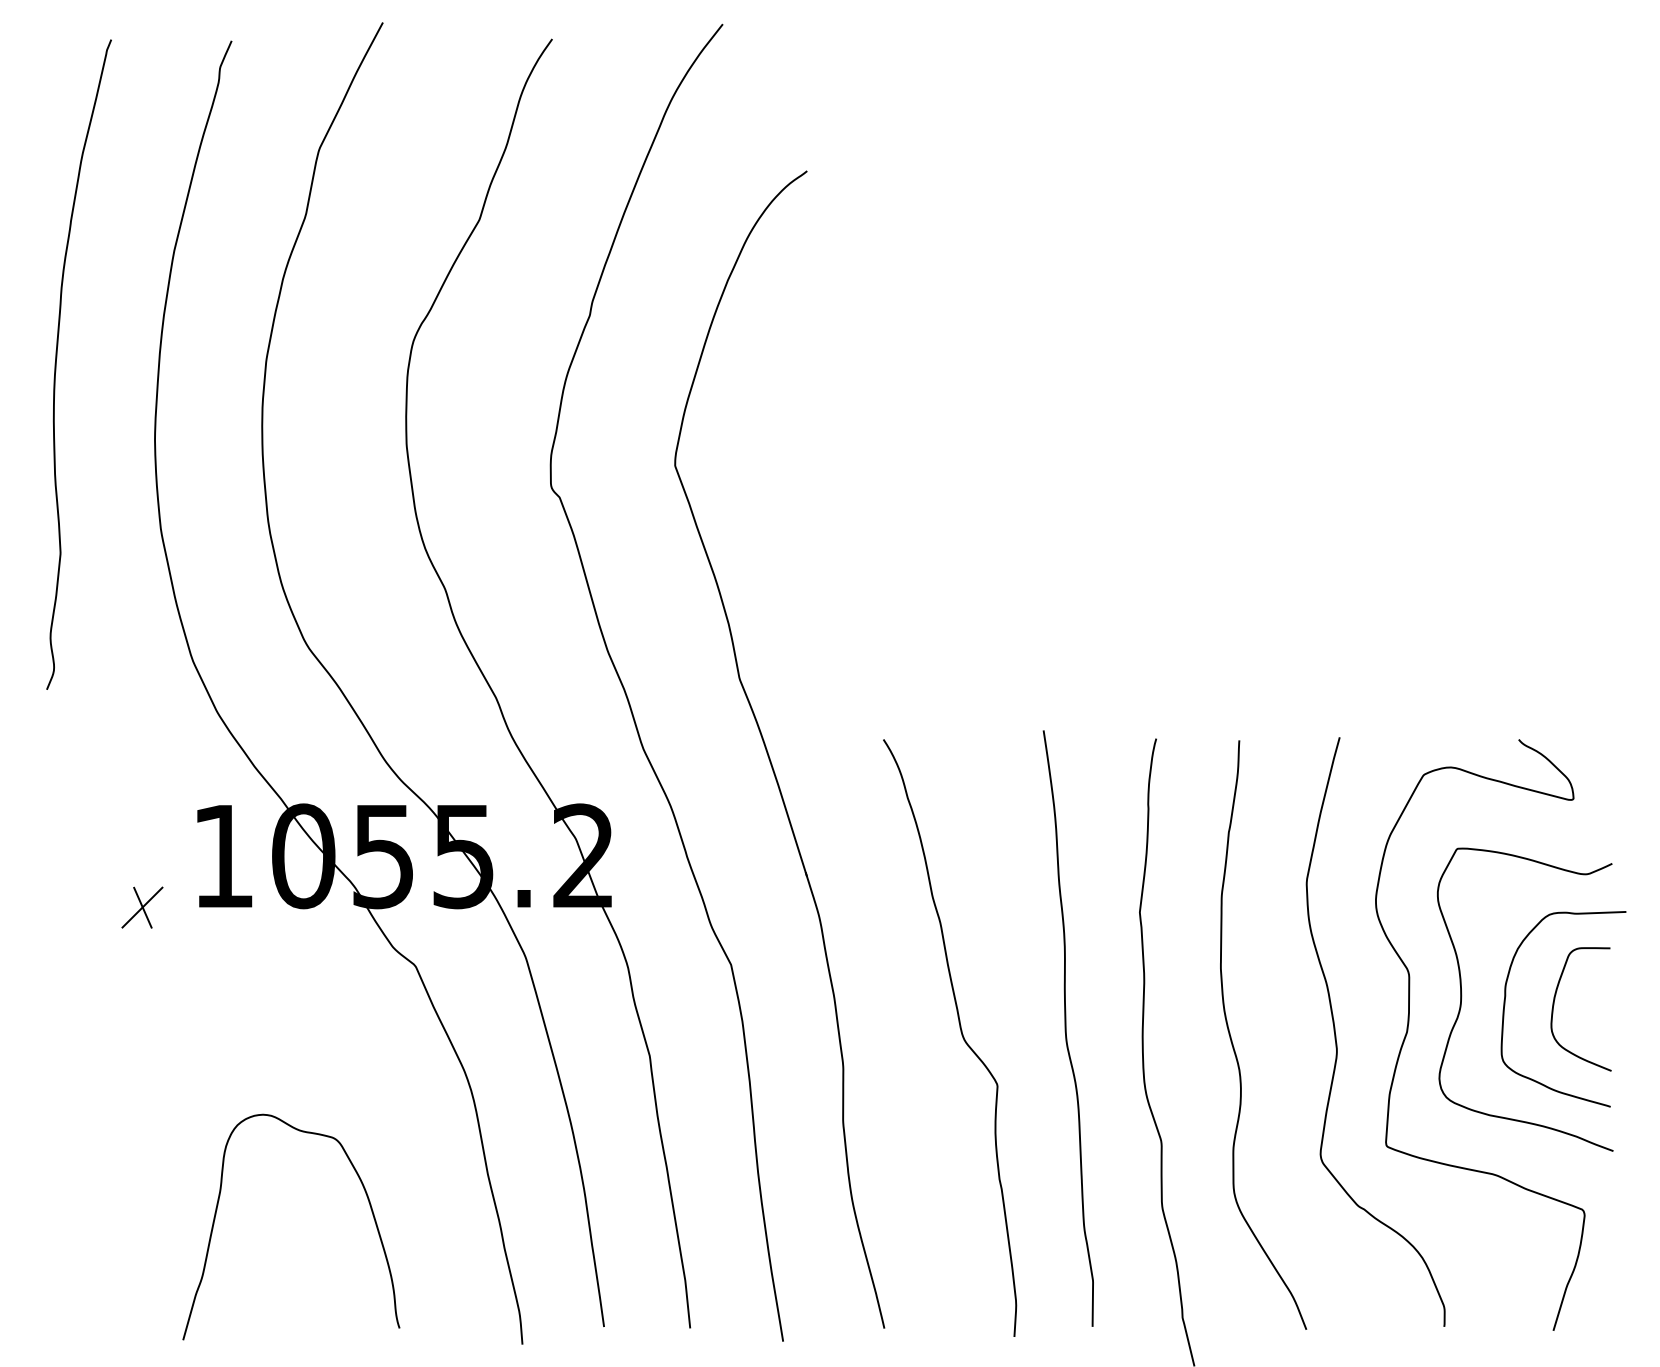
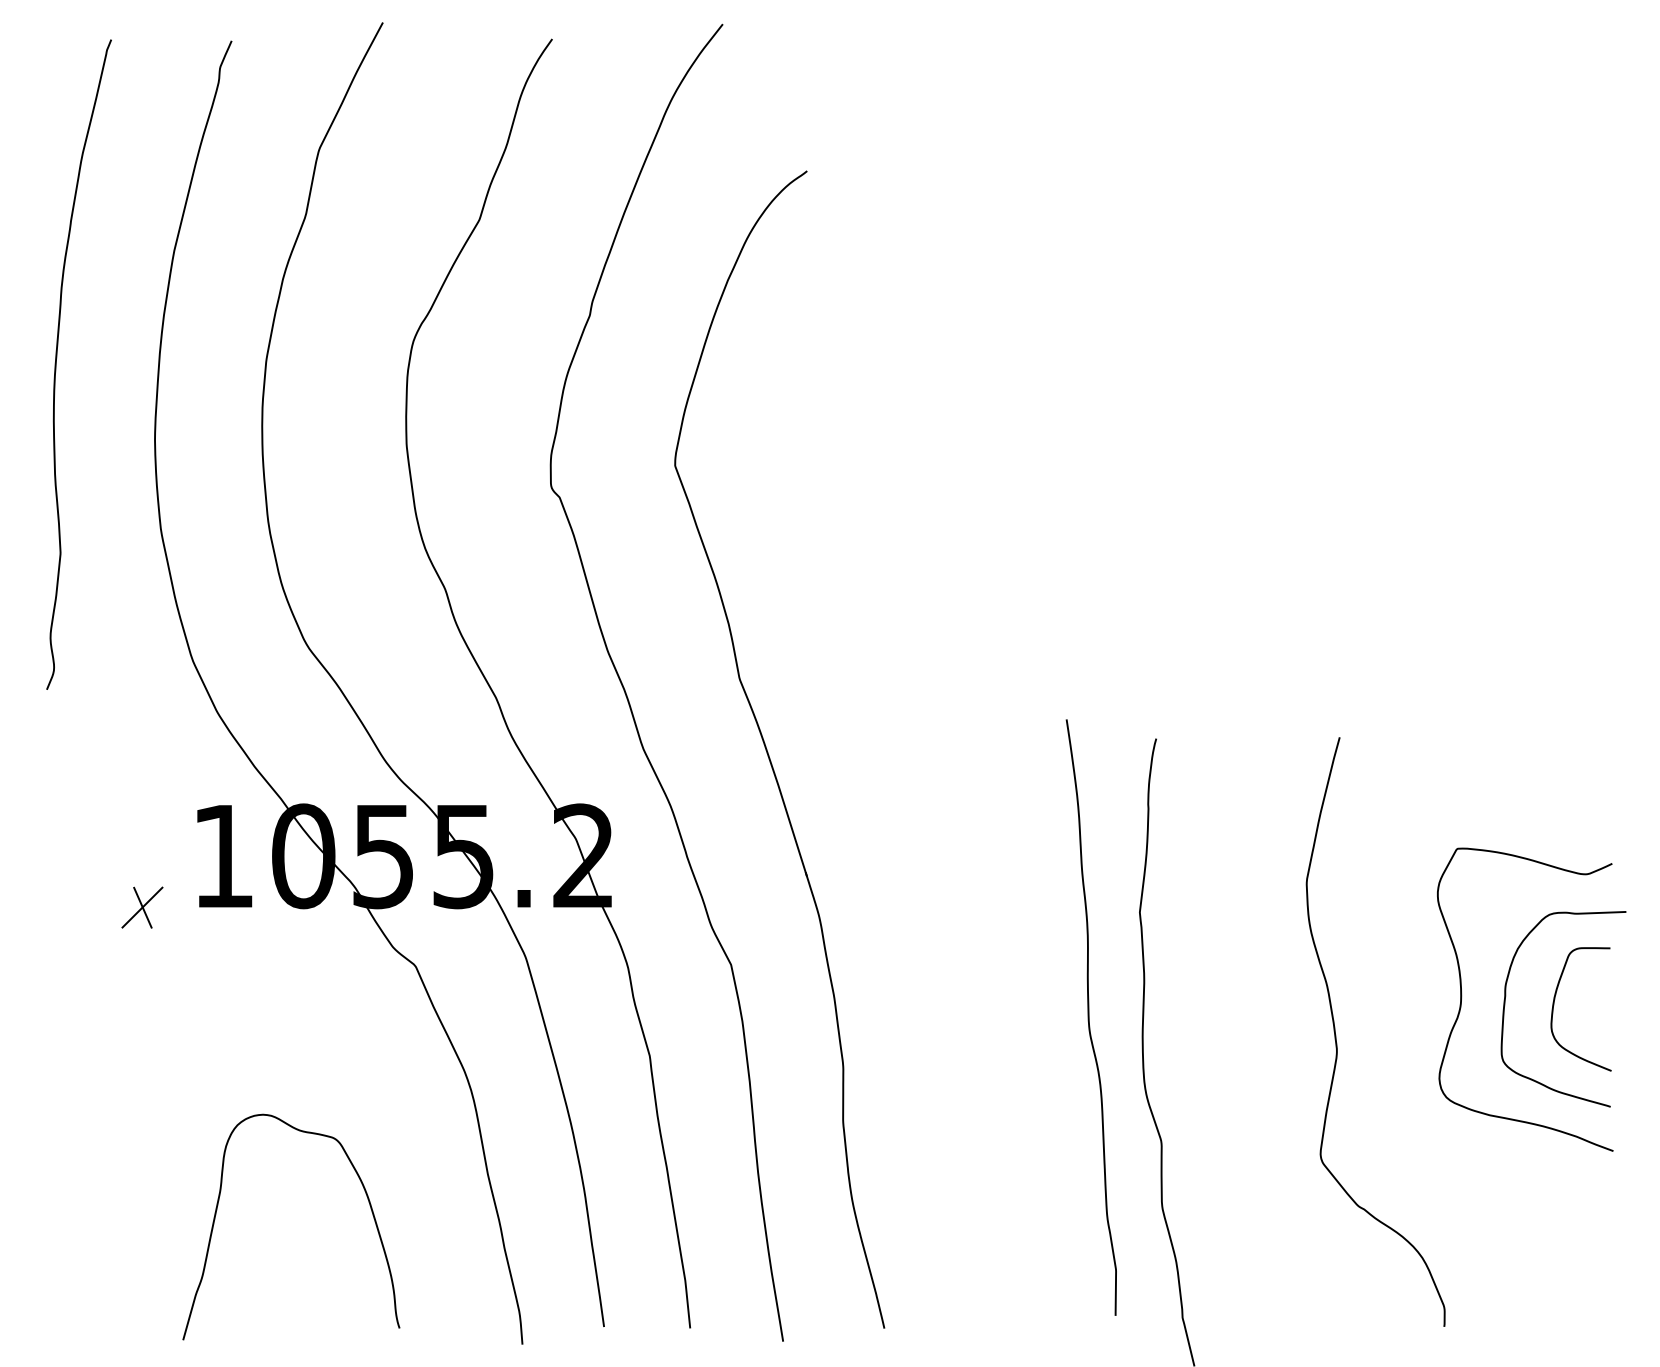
curve at (1409, 1023): present -> none
curve at (1066, 1028) position: (1066, 1028) -> (1089, 1017)
curve at (960, 1032): present -> none
curve at (1233, 1043): present -> none
